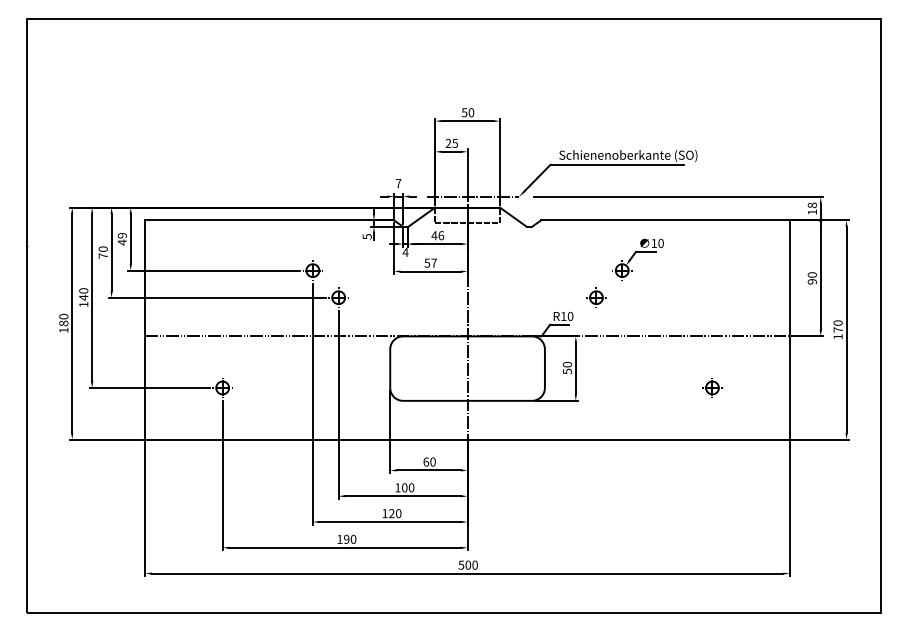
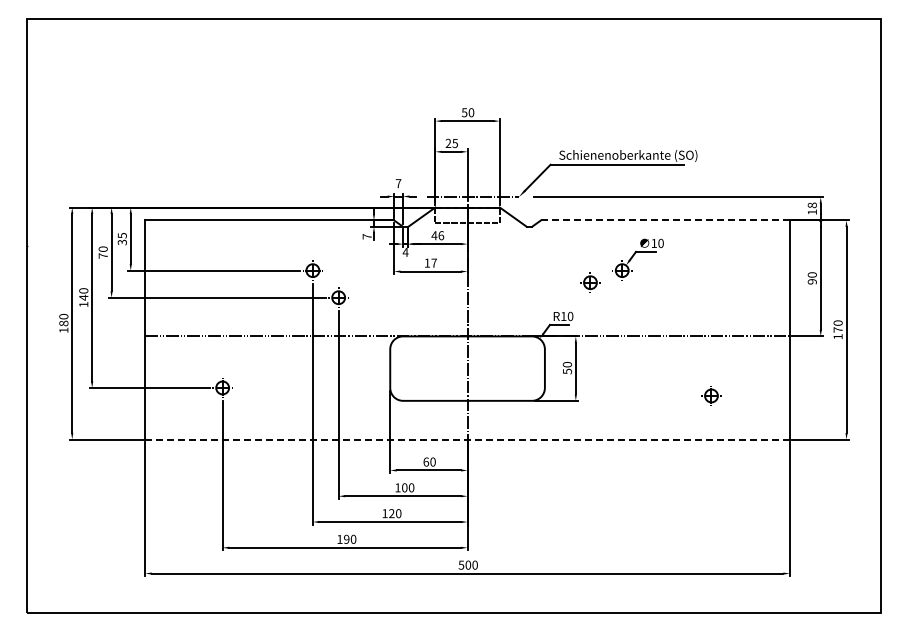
line at (665, 220): solid -> dashed
text at (366, 236): 5 -> 7
text at (121, 239): 49 -> 35
text at (427, 262): 57 -> 17
part at (596, 297) position: (596, 297) -> (590, 282)
part at (712, 387) position: (712, 387) -> (711, 395)
line at (467, 439): solid -> dashed
